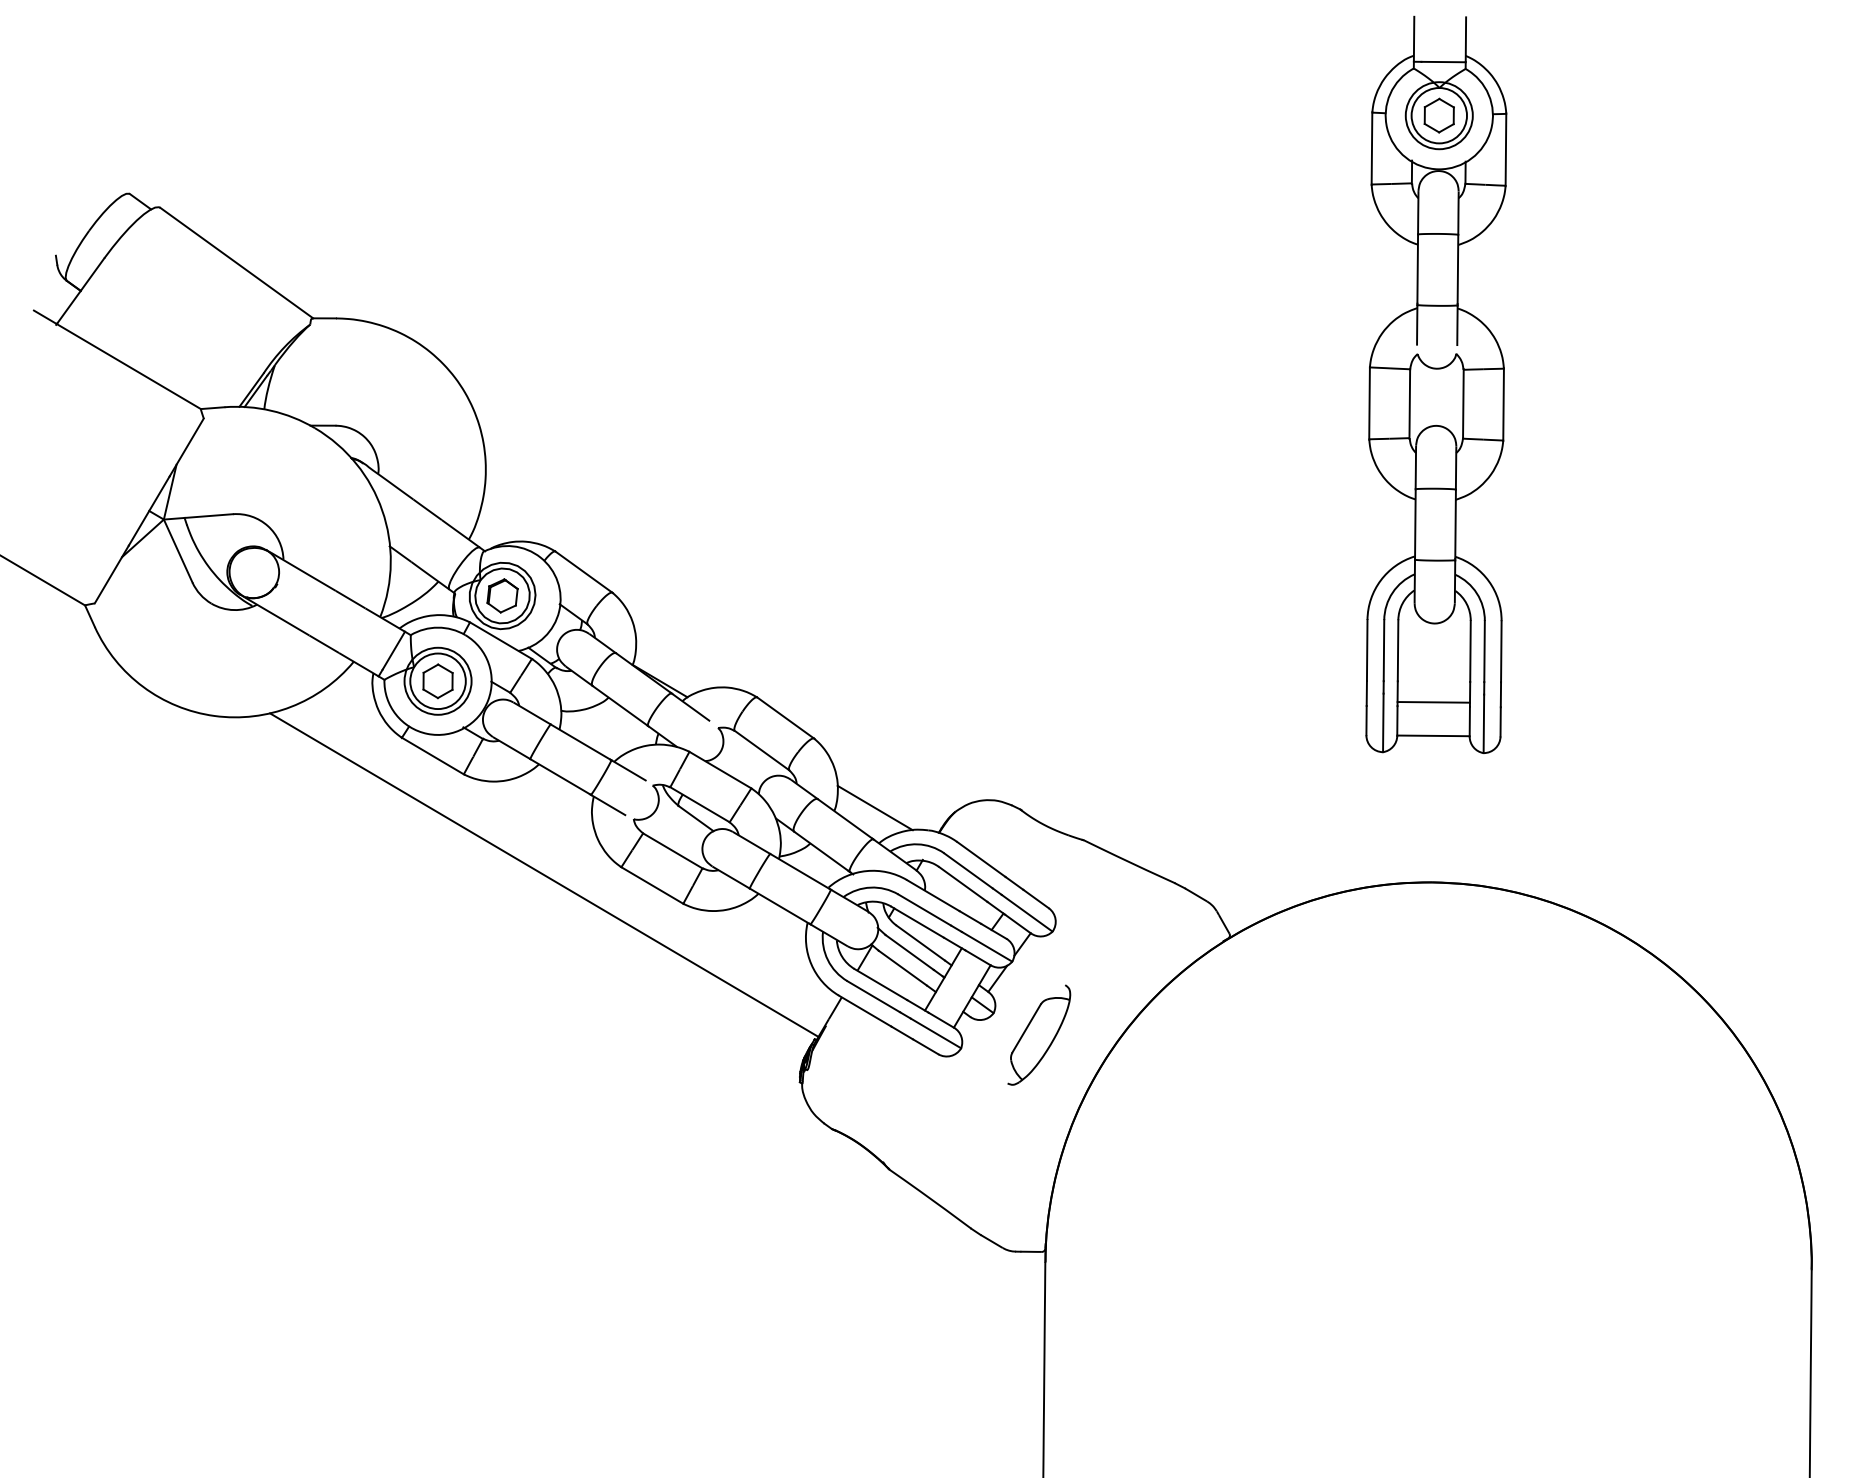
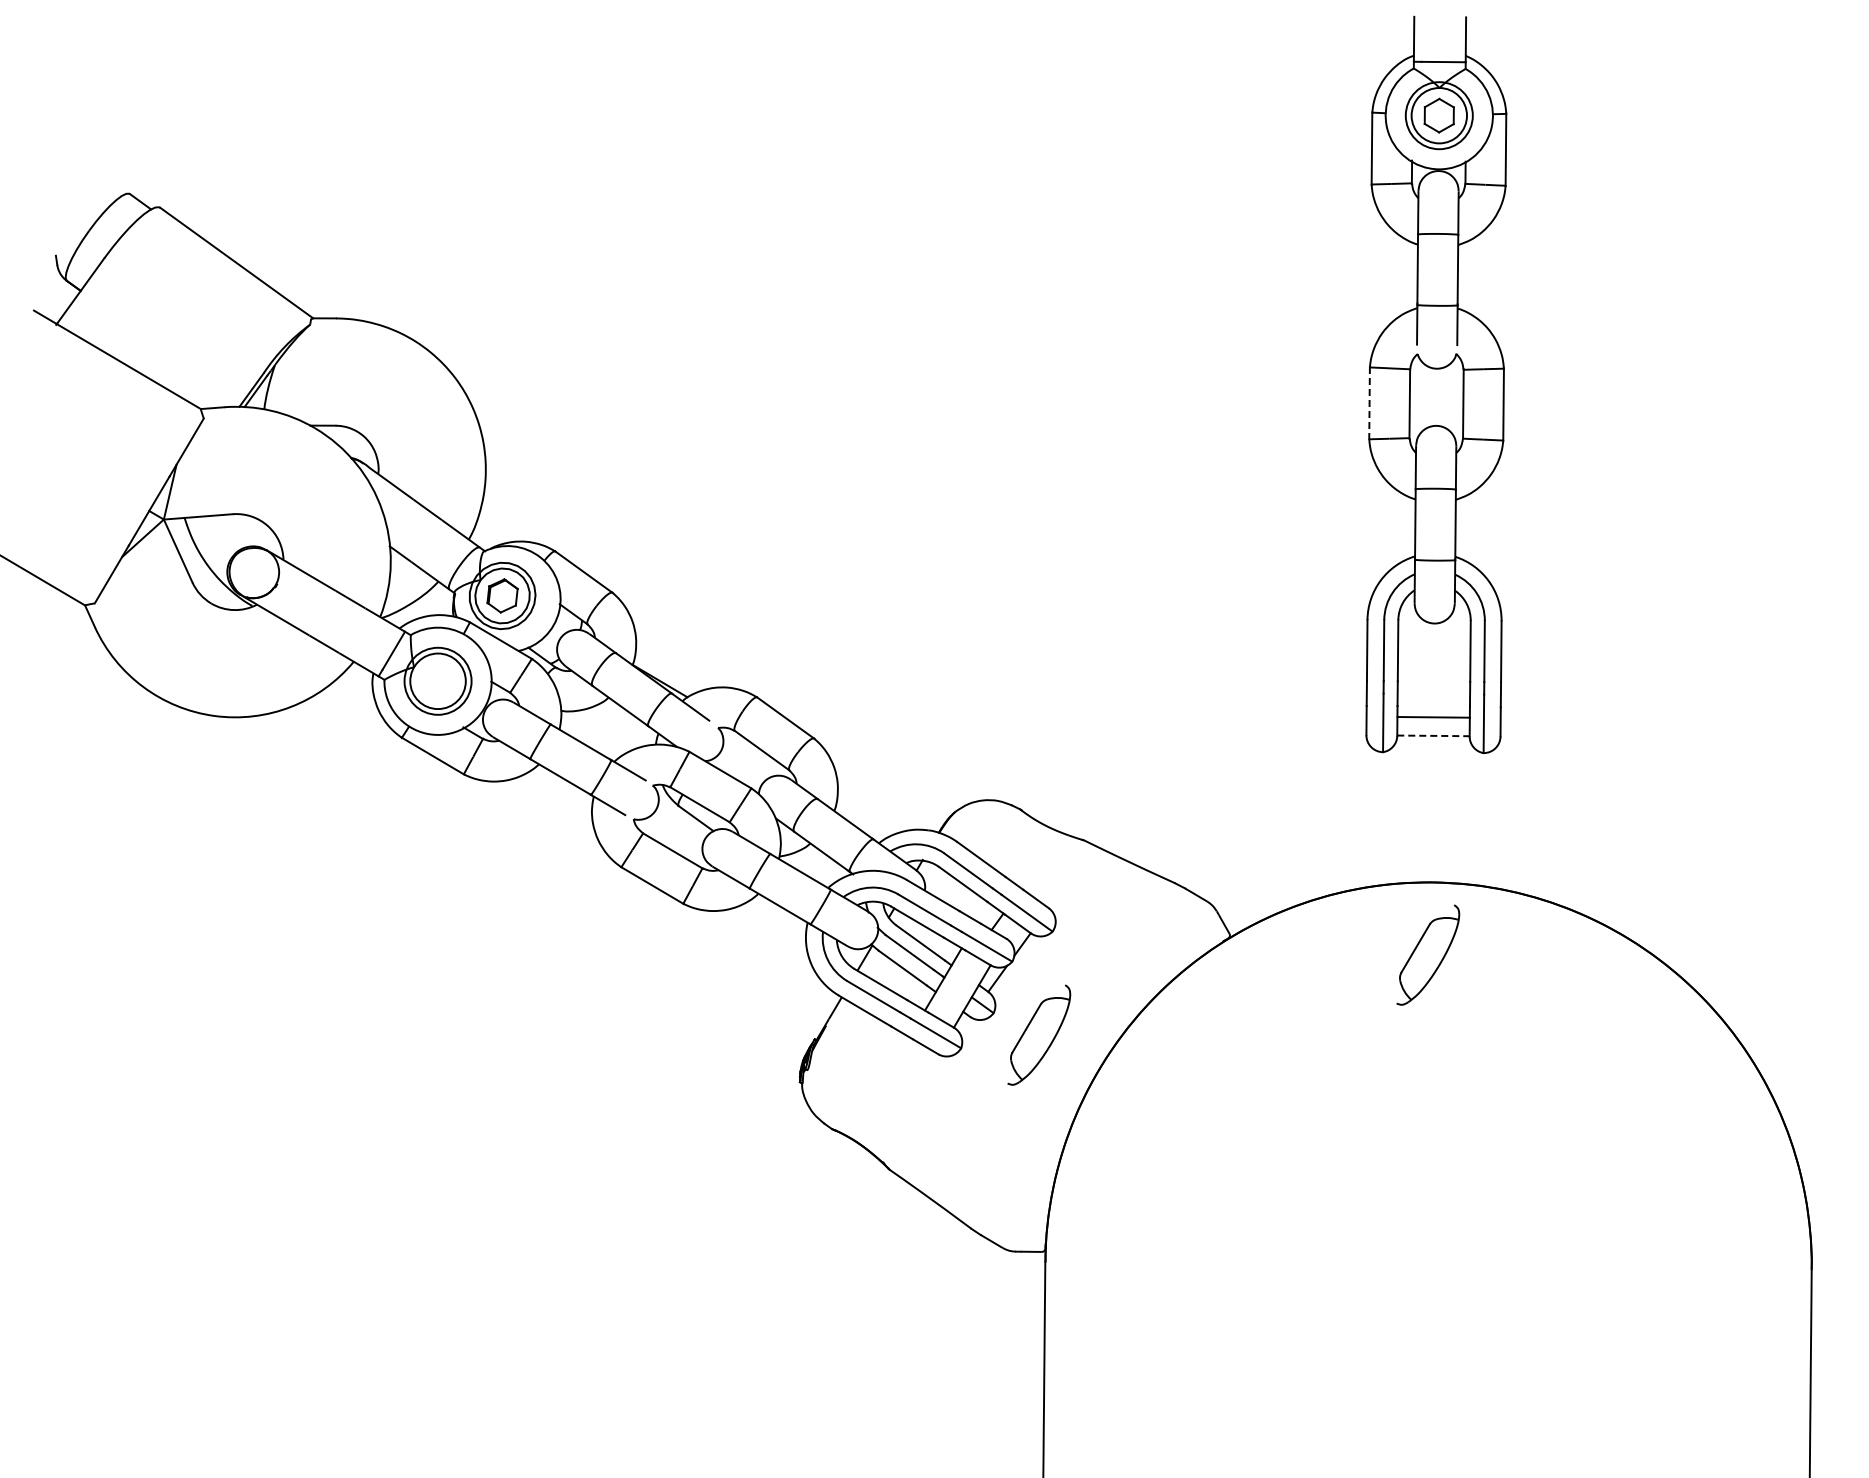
line at (1369, 403): solid -> dashed
part at (437, 681): present -> none
line at (1433, 702) position: (1433, 702) -> (1433, 717)
line at (1433, 735): solid -> dashed
line at (874, 807): present -> none
line at (544, 874): present -> none
part at (1428, 954): none -> present
